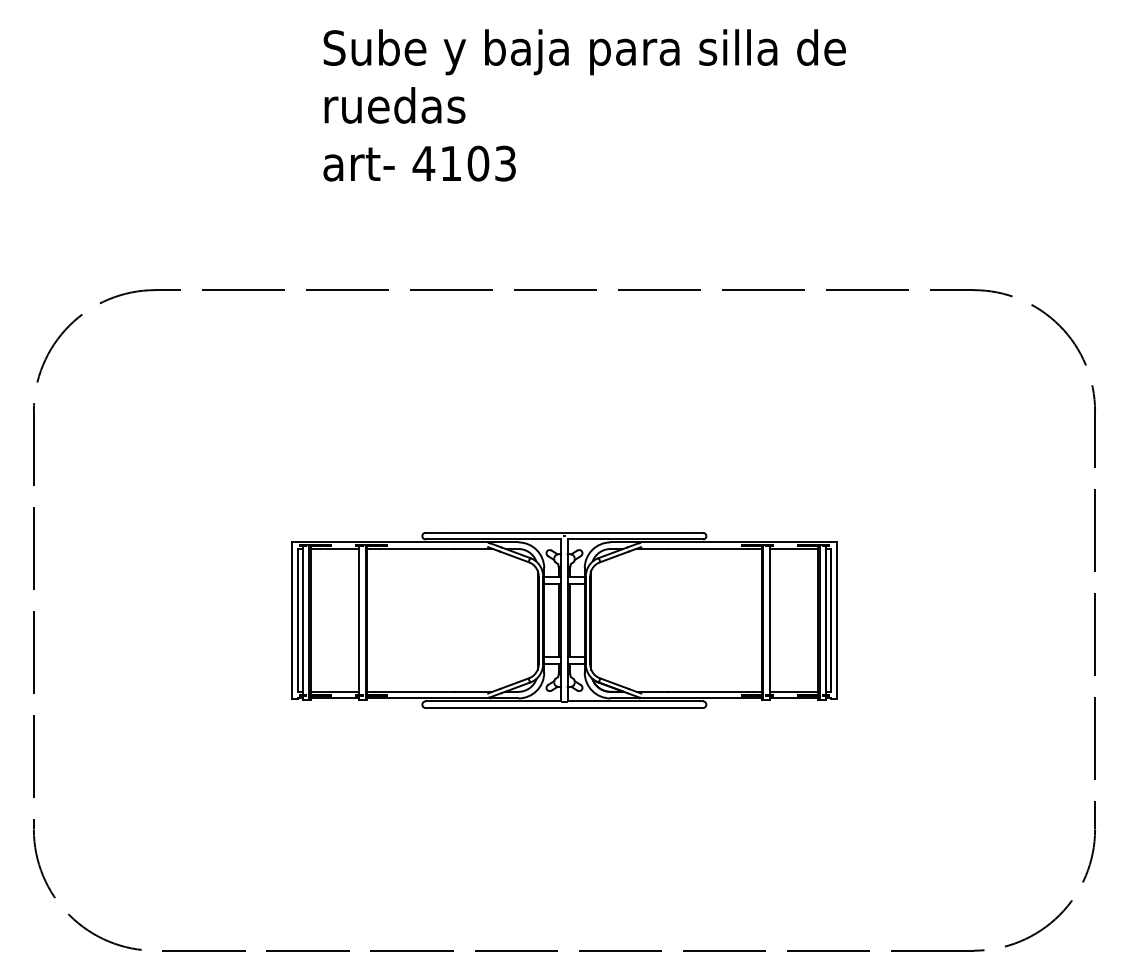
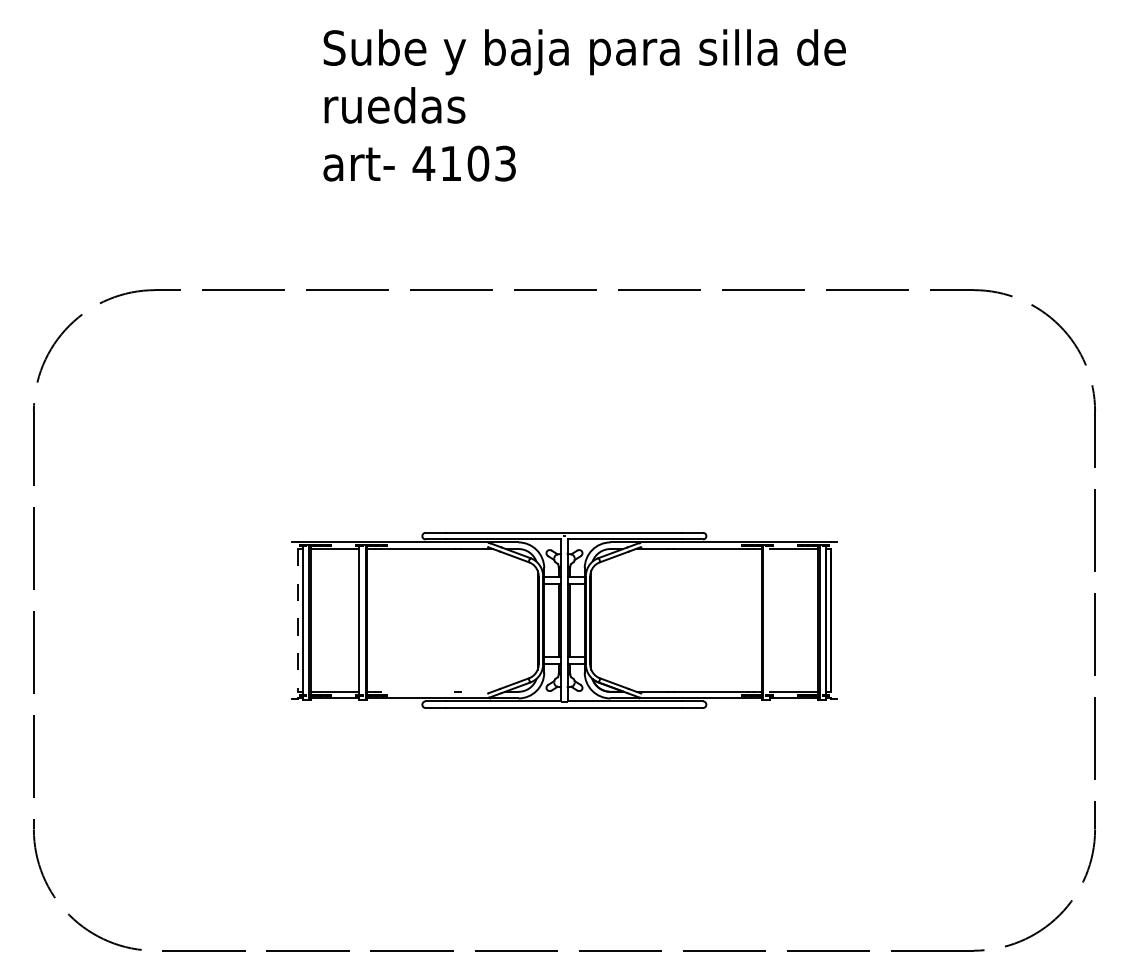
line at (769, 619): present -> none
line at (291, 620): present -> none
line at (298, 620): solid -> dashed
line at (837, 620): present -> none
line at (417, 691): present -> none
line at (476, 691): present -> none
